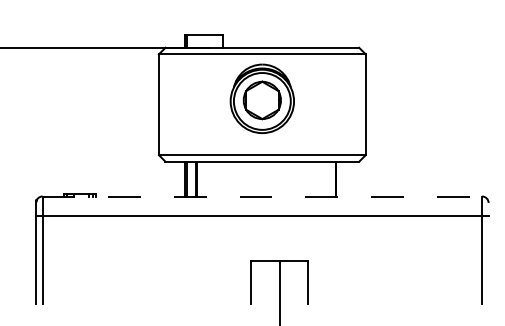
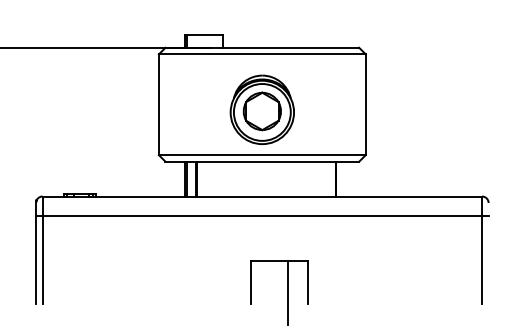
part at (261, 98) position: (261, 98) -> (261, 109)
line at (262, 196): dashed -> solid
line at (280, 291) position: (280, 291) -> (288, 291)
